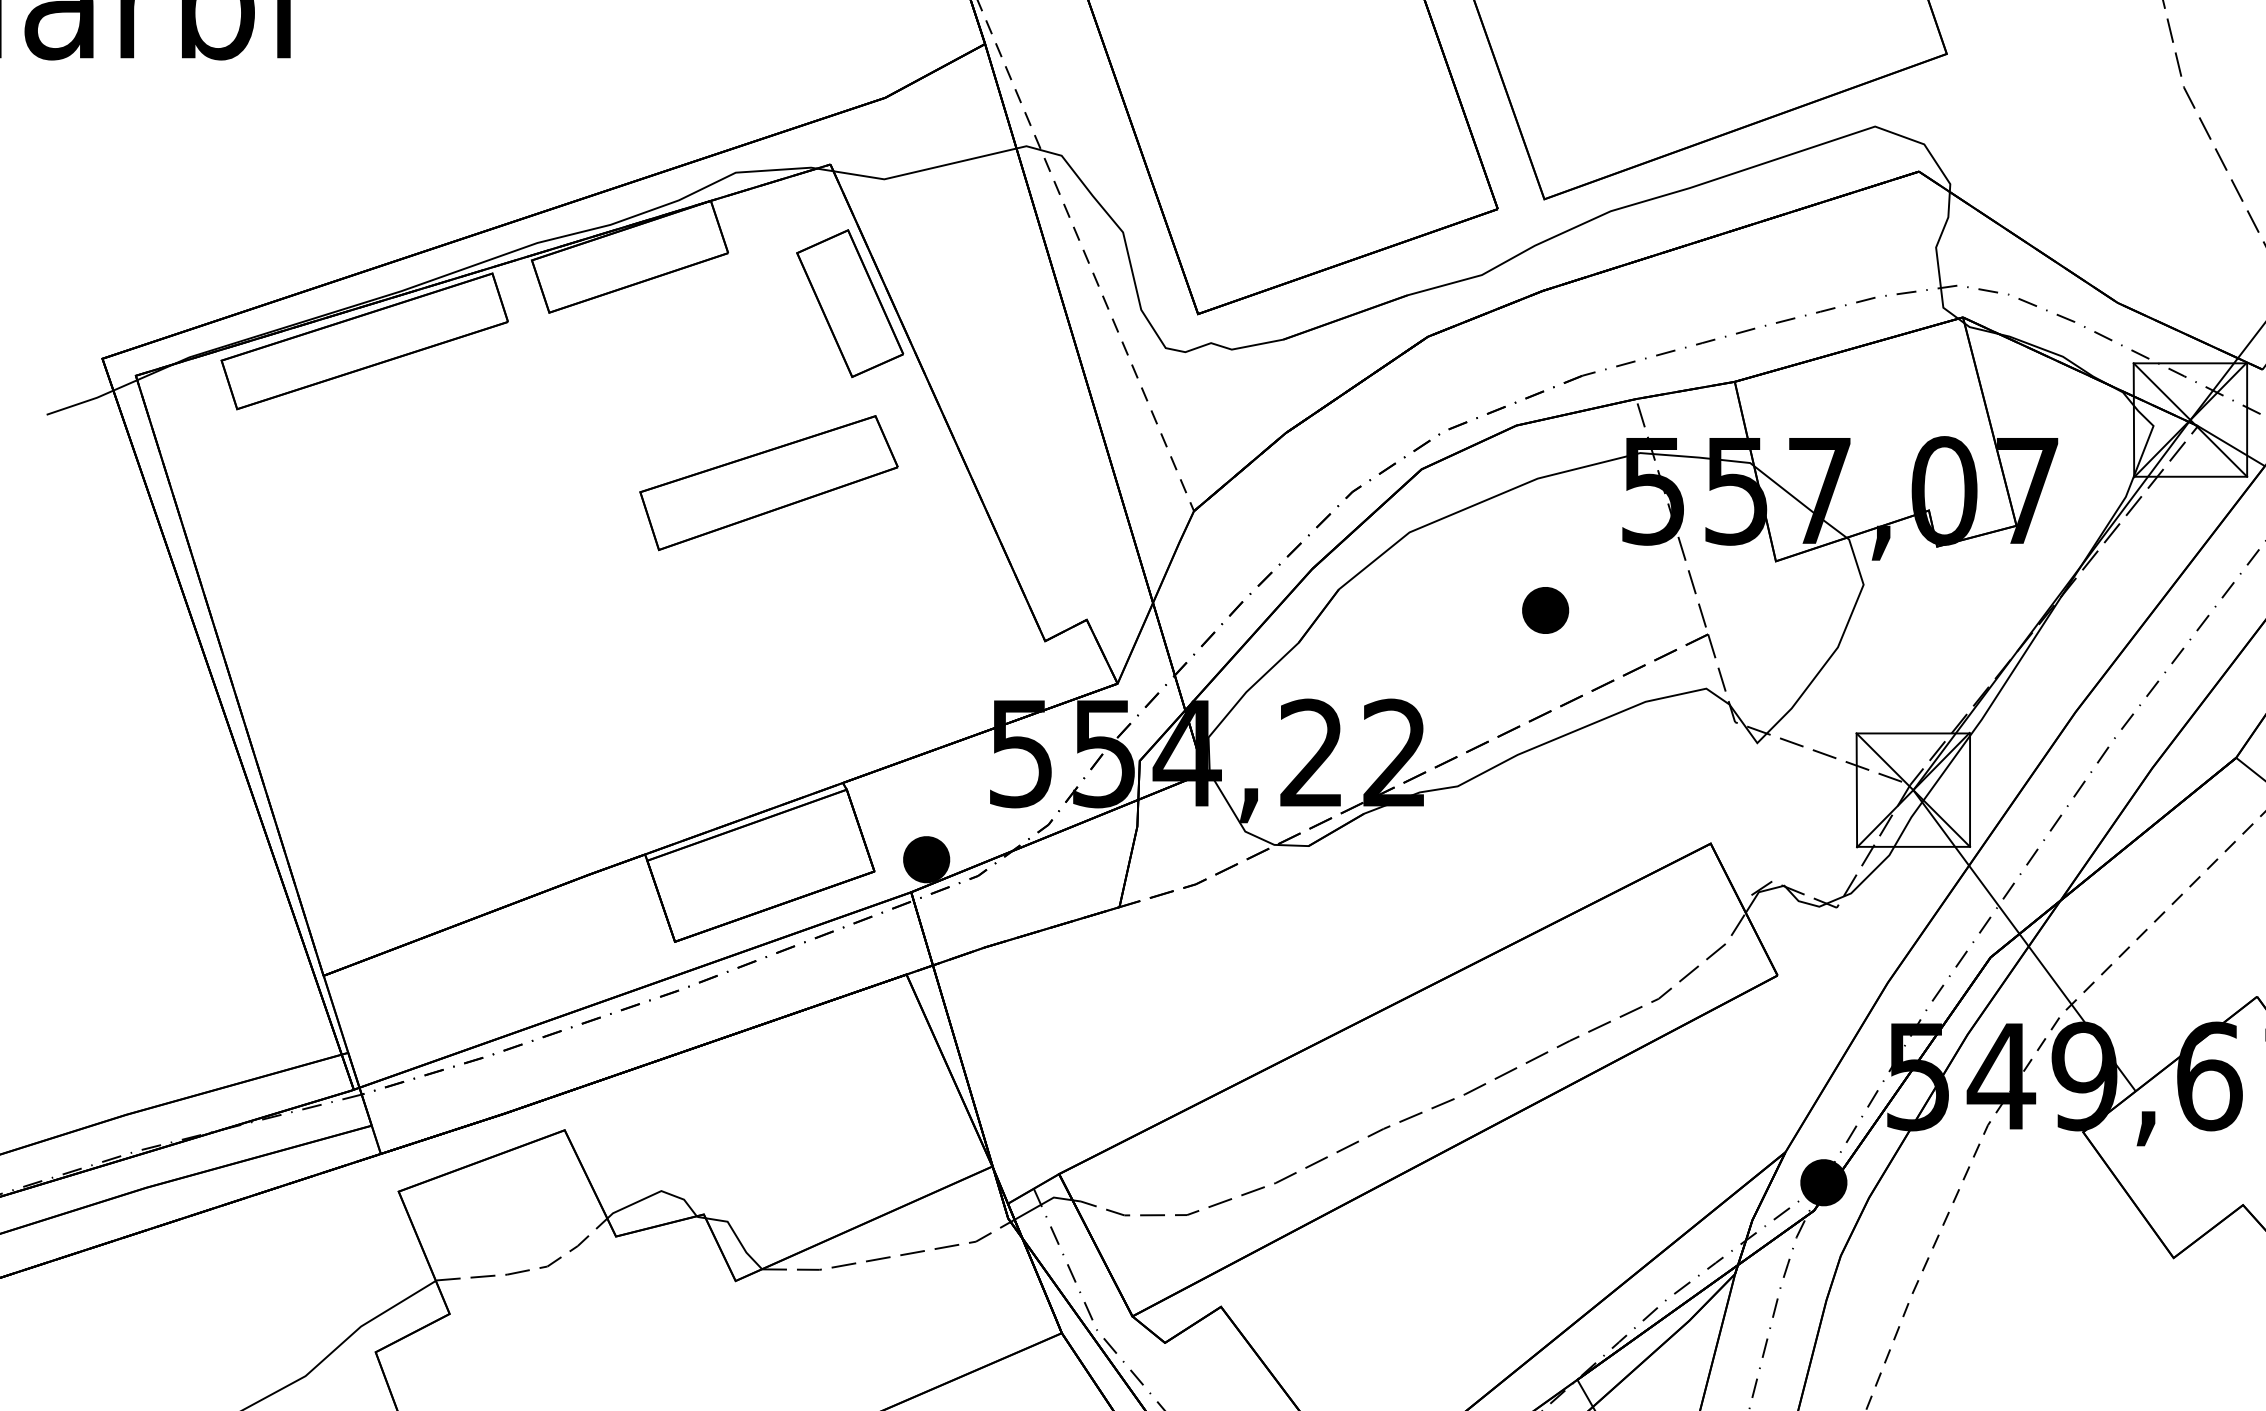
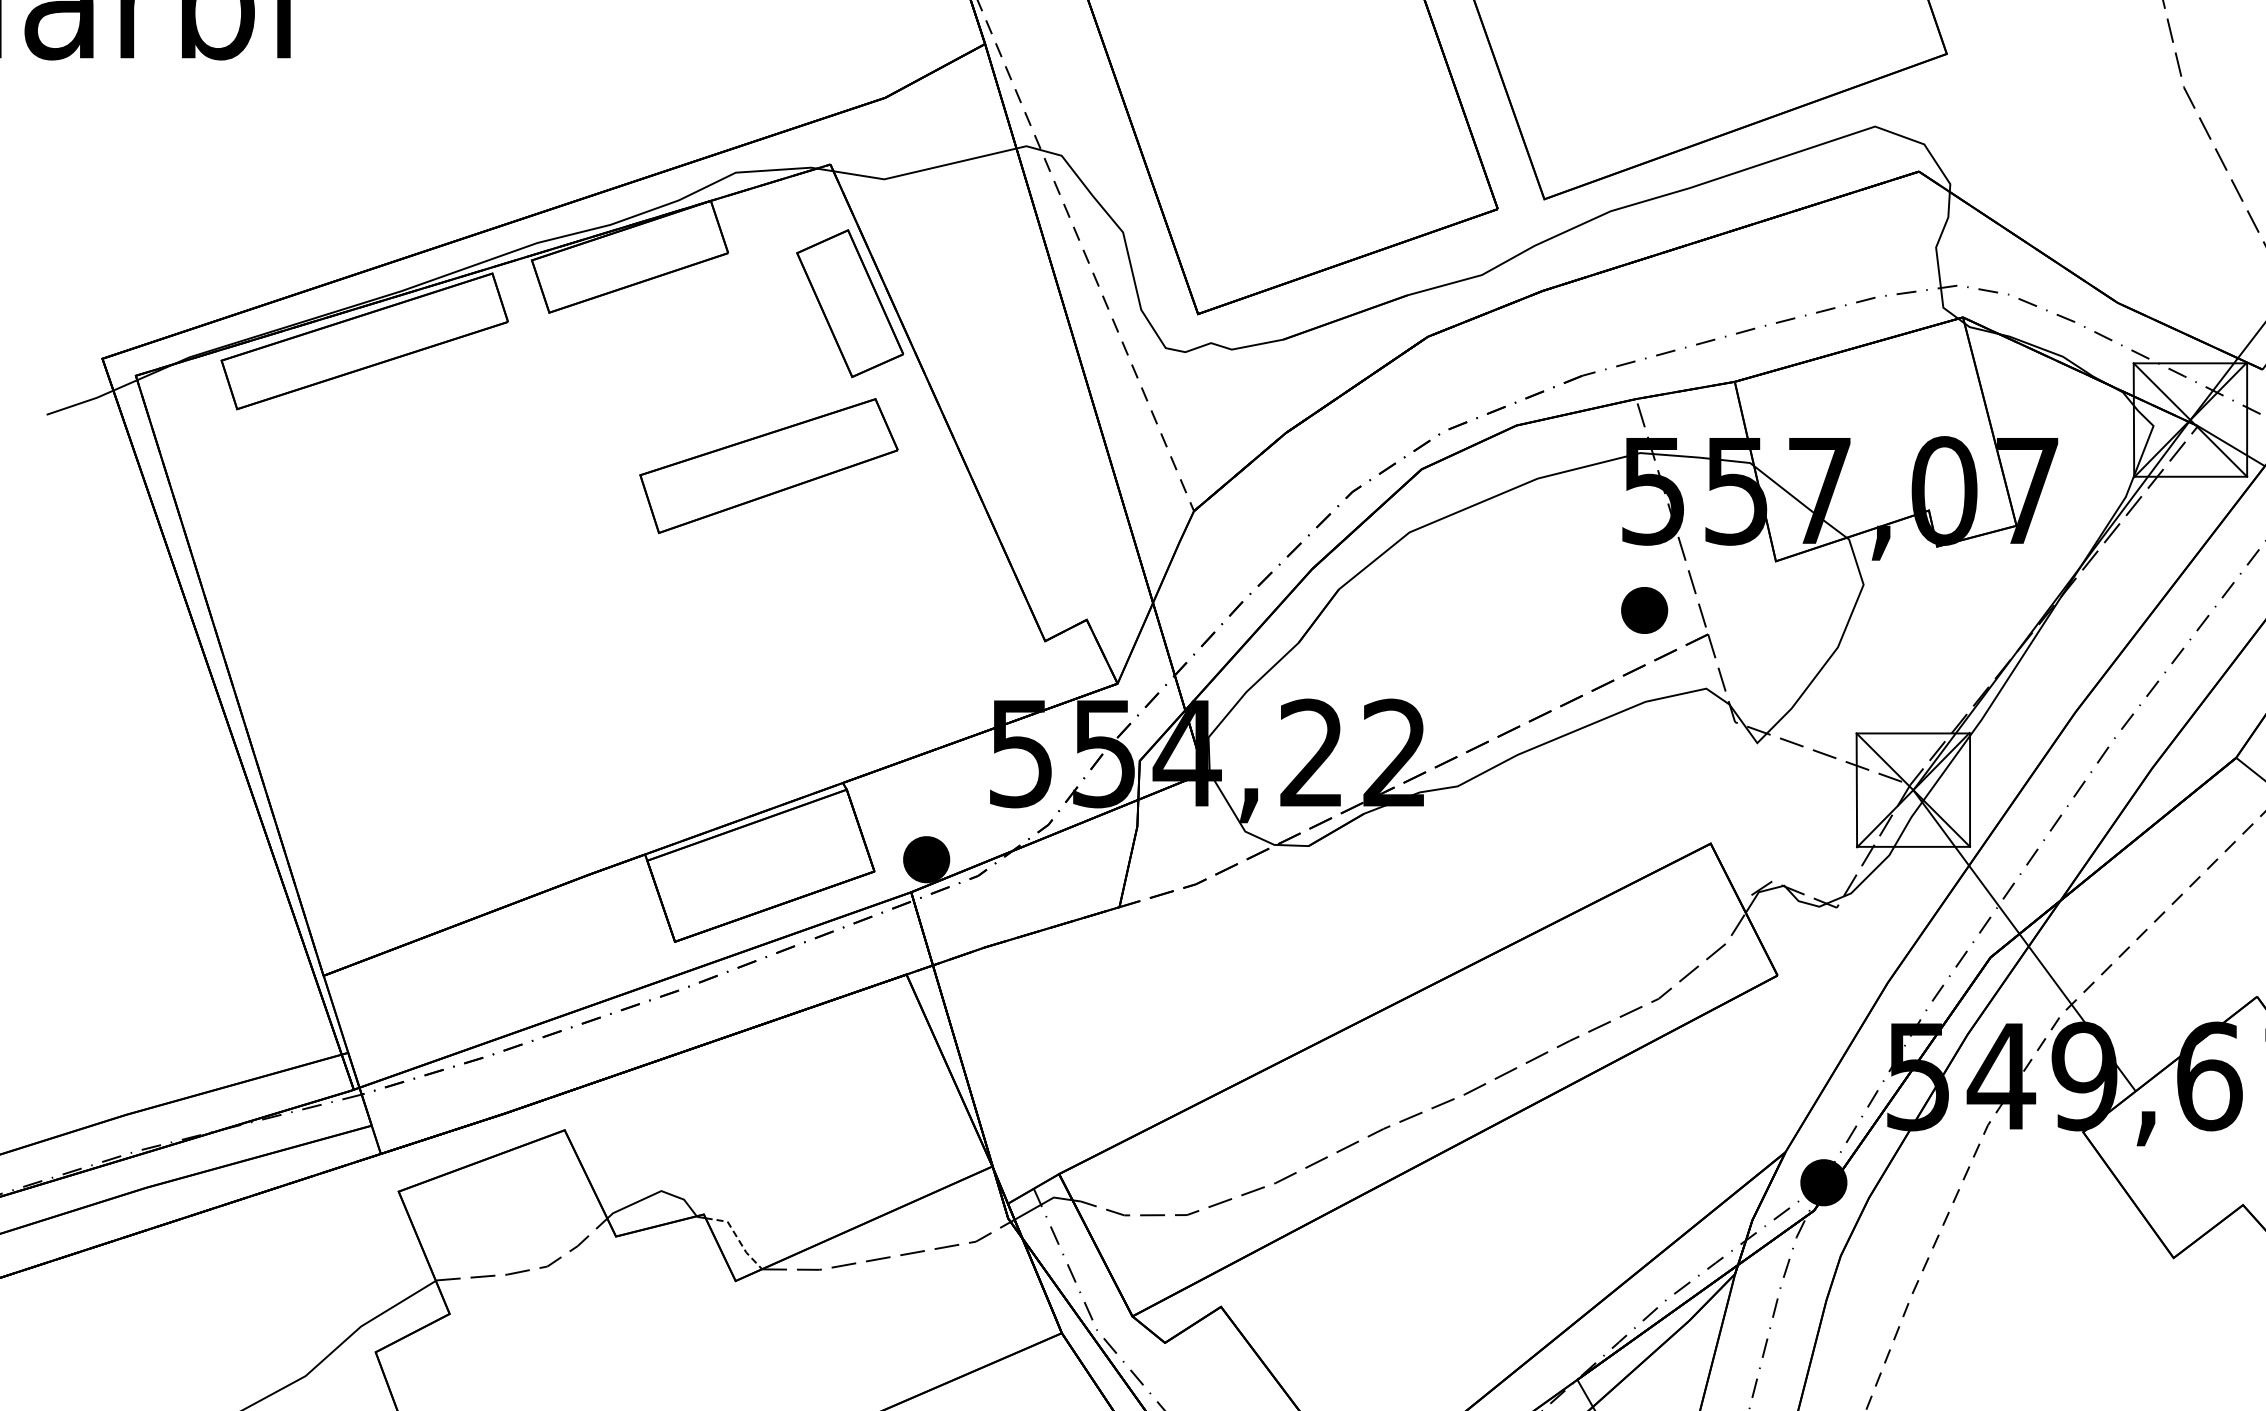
part at (768, 483) position: (768, 483) -> (768, 466)
part at (1545, 610) position: (1545, 610) -> (1644, 610)
line at (737, 1237): solid -> dashed
